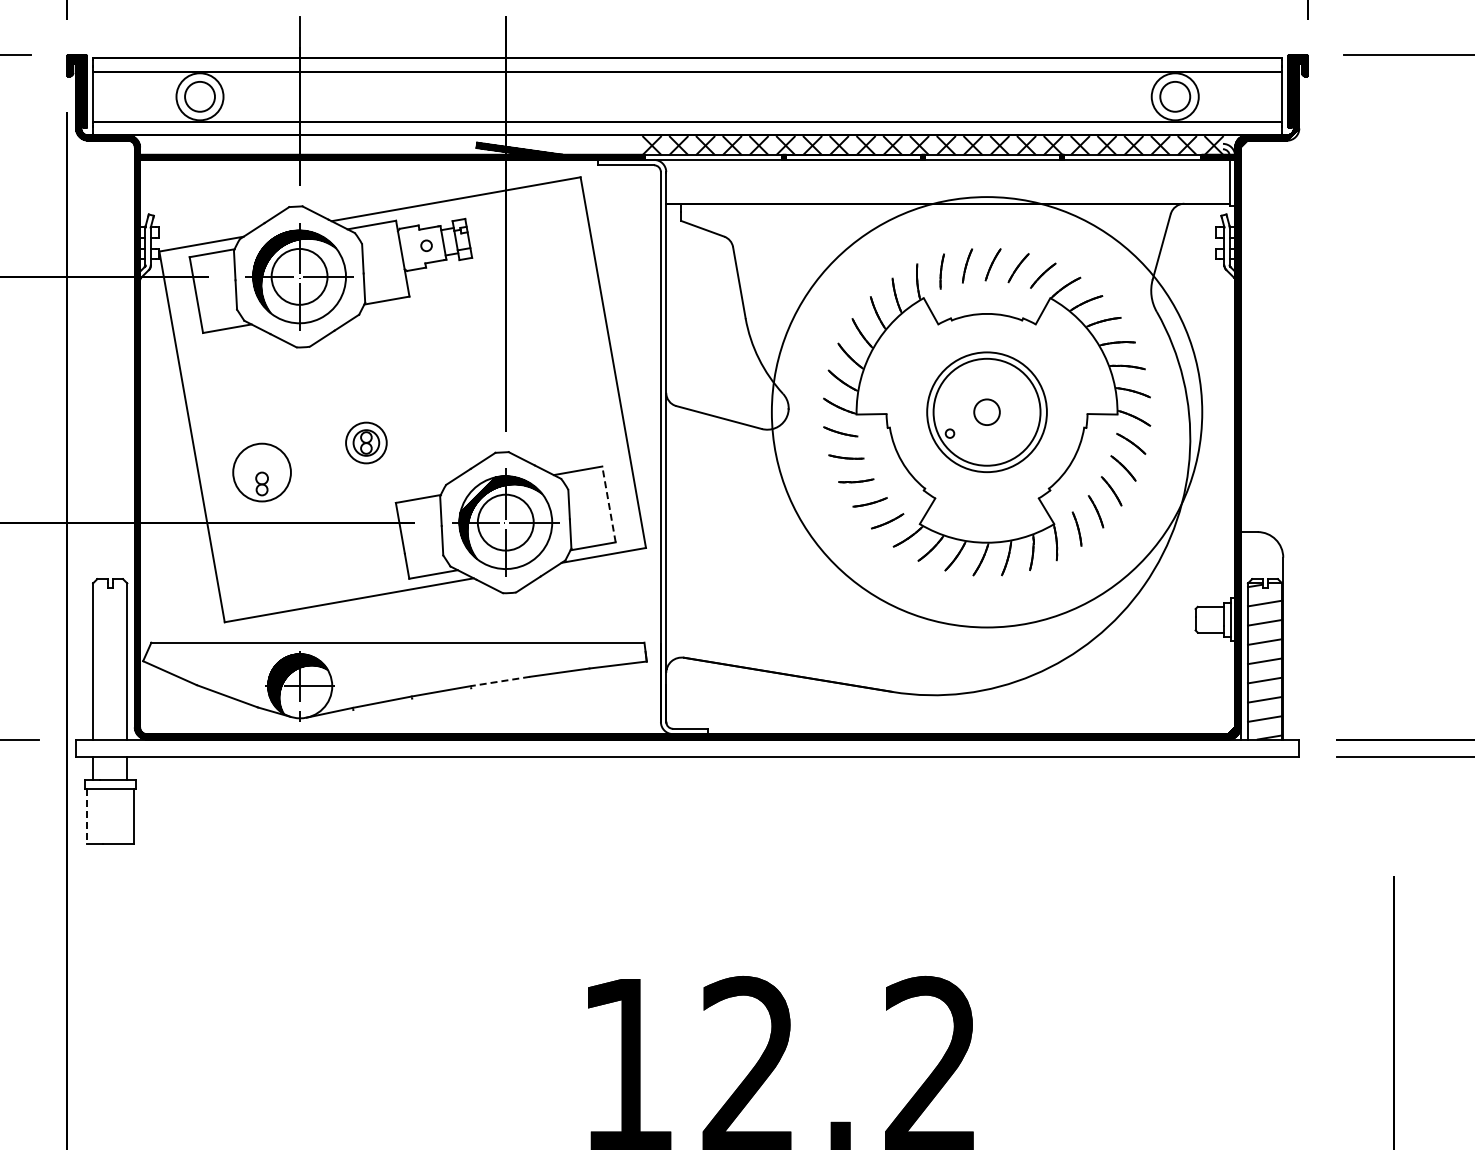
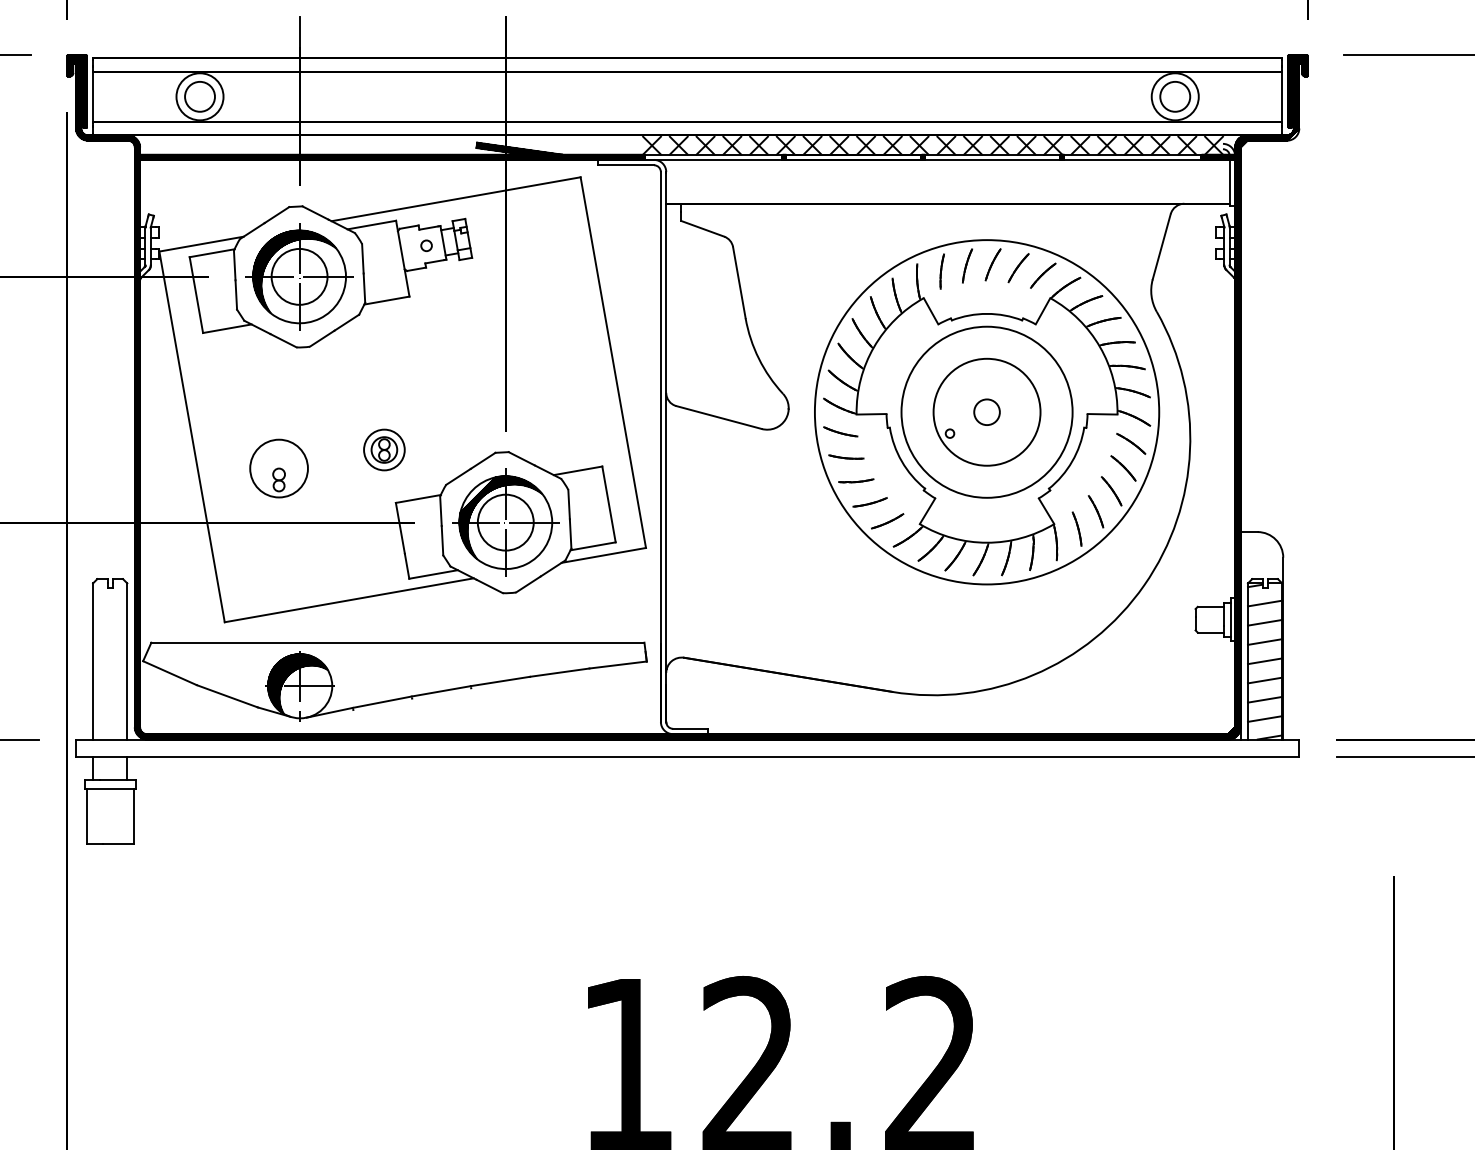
circle at (986, 412) diameter: 120 px -> 171 px
circle at (986, 412) diameter: 430 px -> 344 px
part at (366, 442) position: (366, 442) -> (384, 449)
part at (261, 472) position: (261, 472) -> (278, 468)
line at (608, 503): dashed -> solid
line at (500, 681): dashed -> solid
line at (86, 816): dashed -> solid
